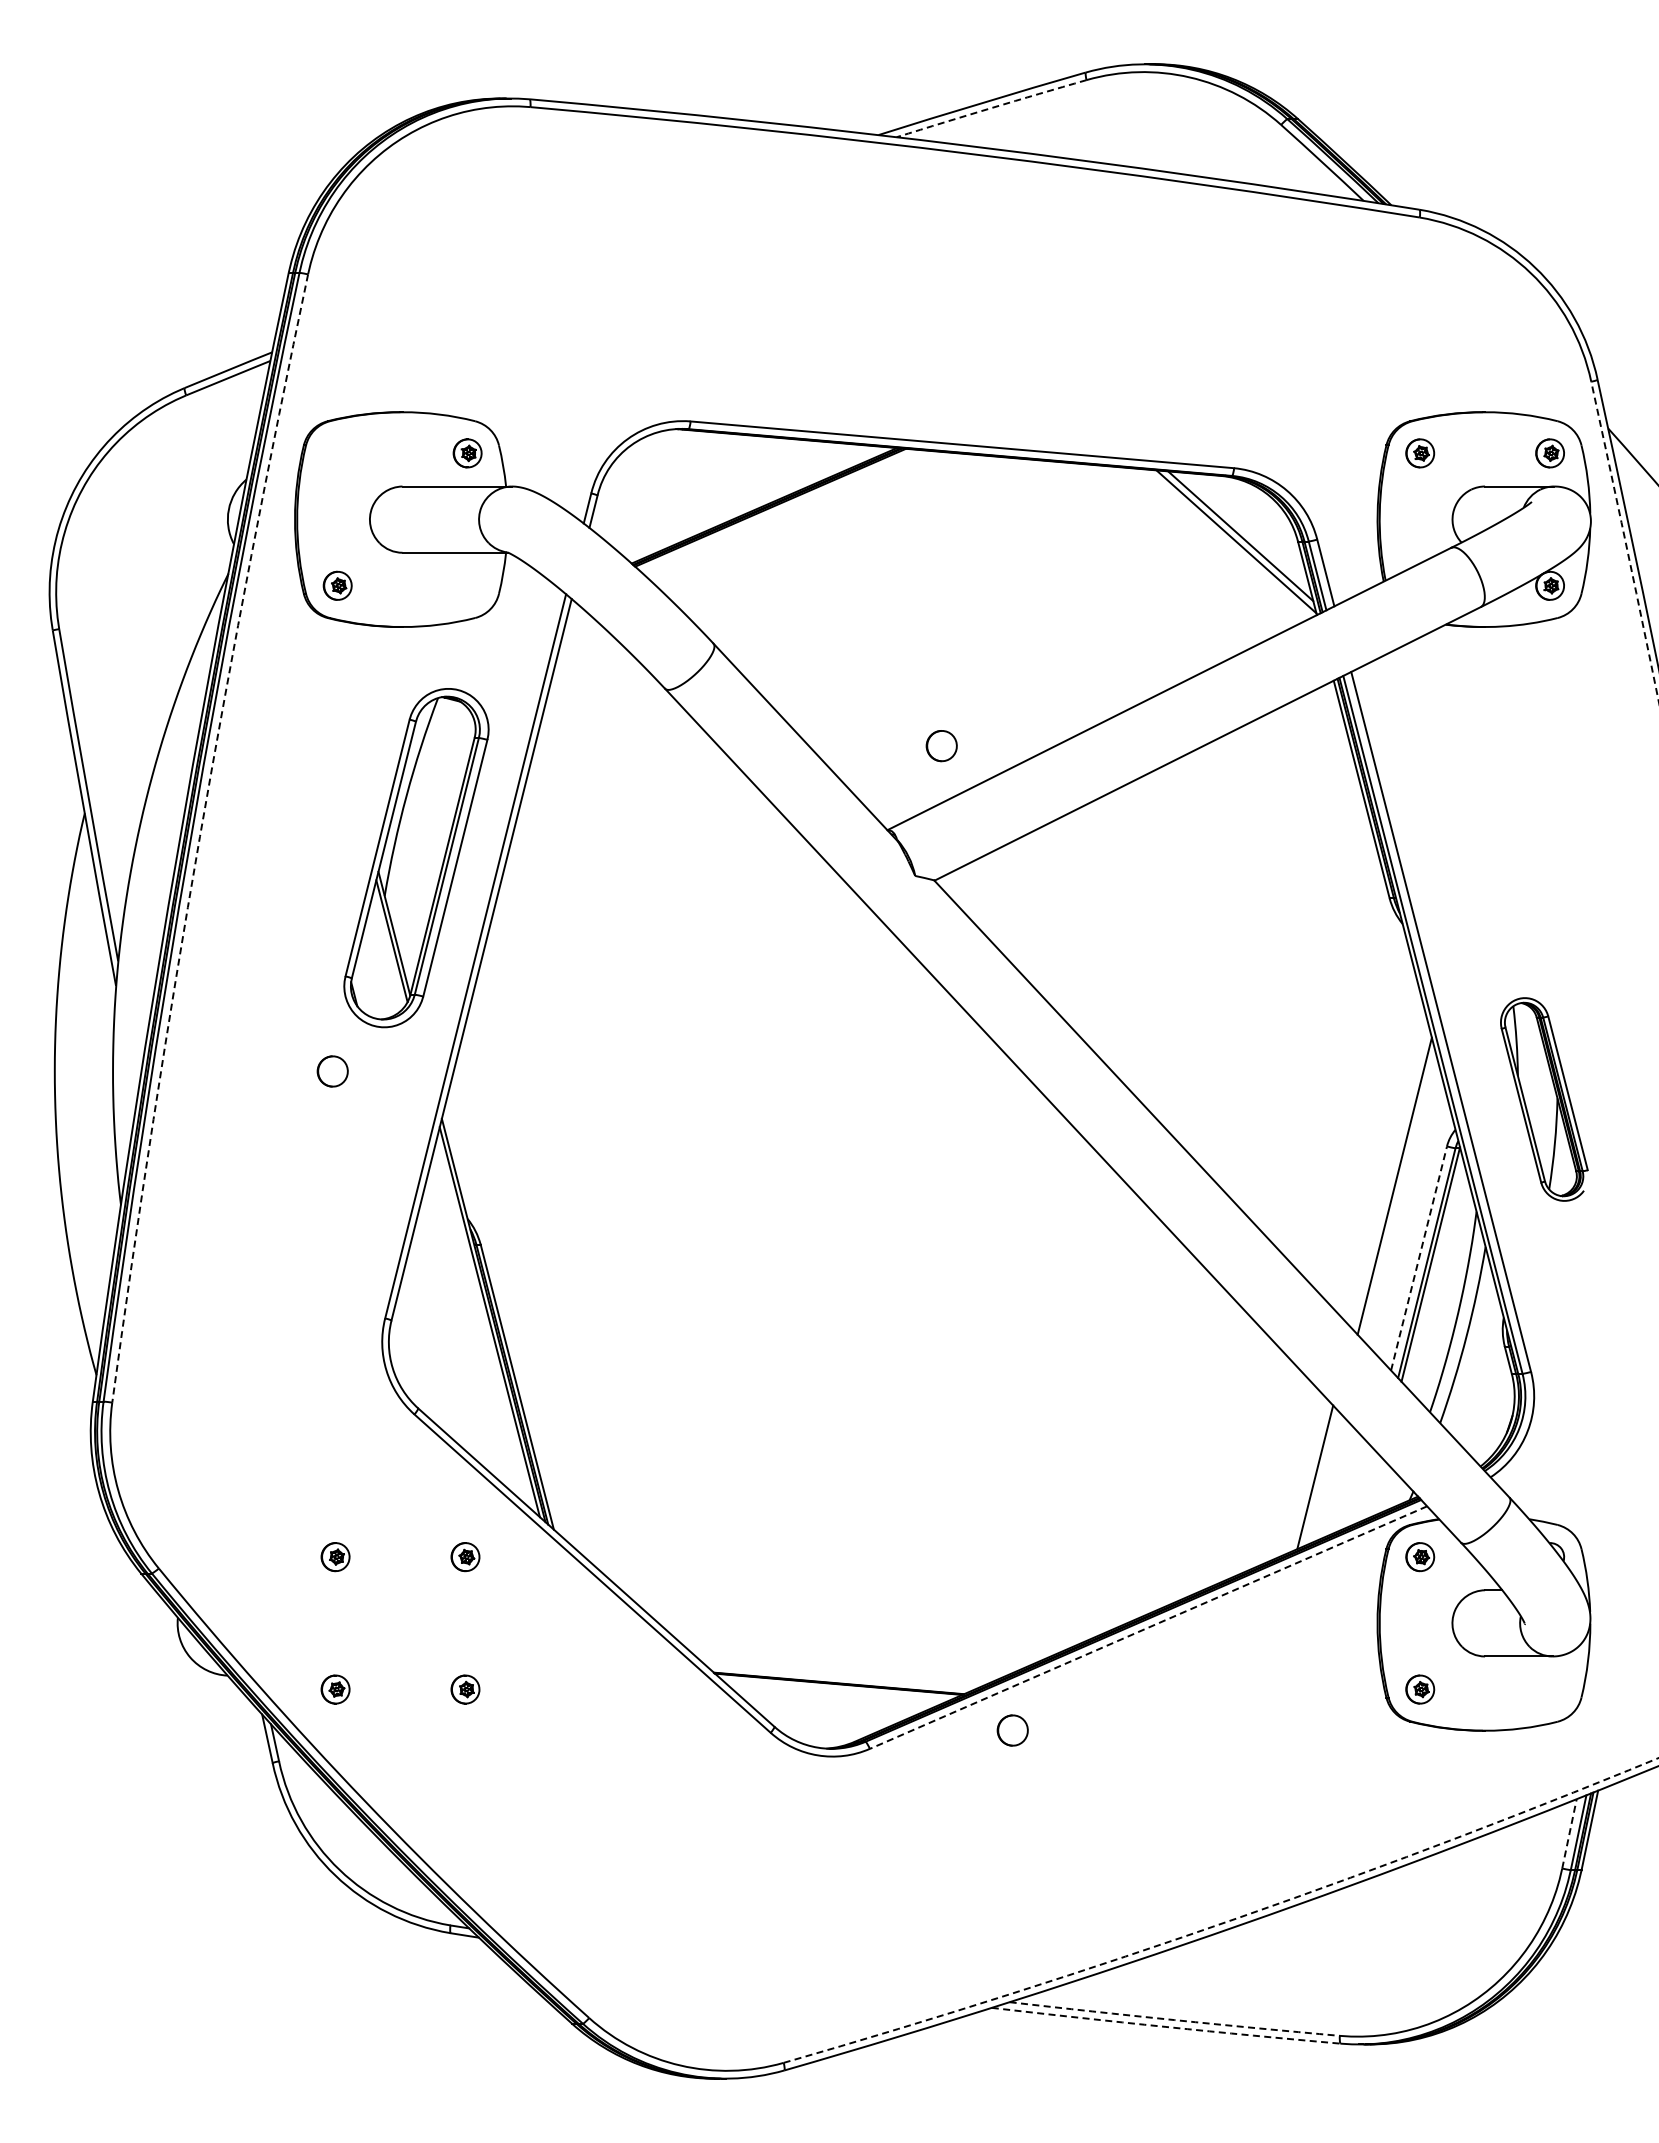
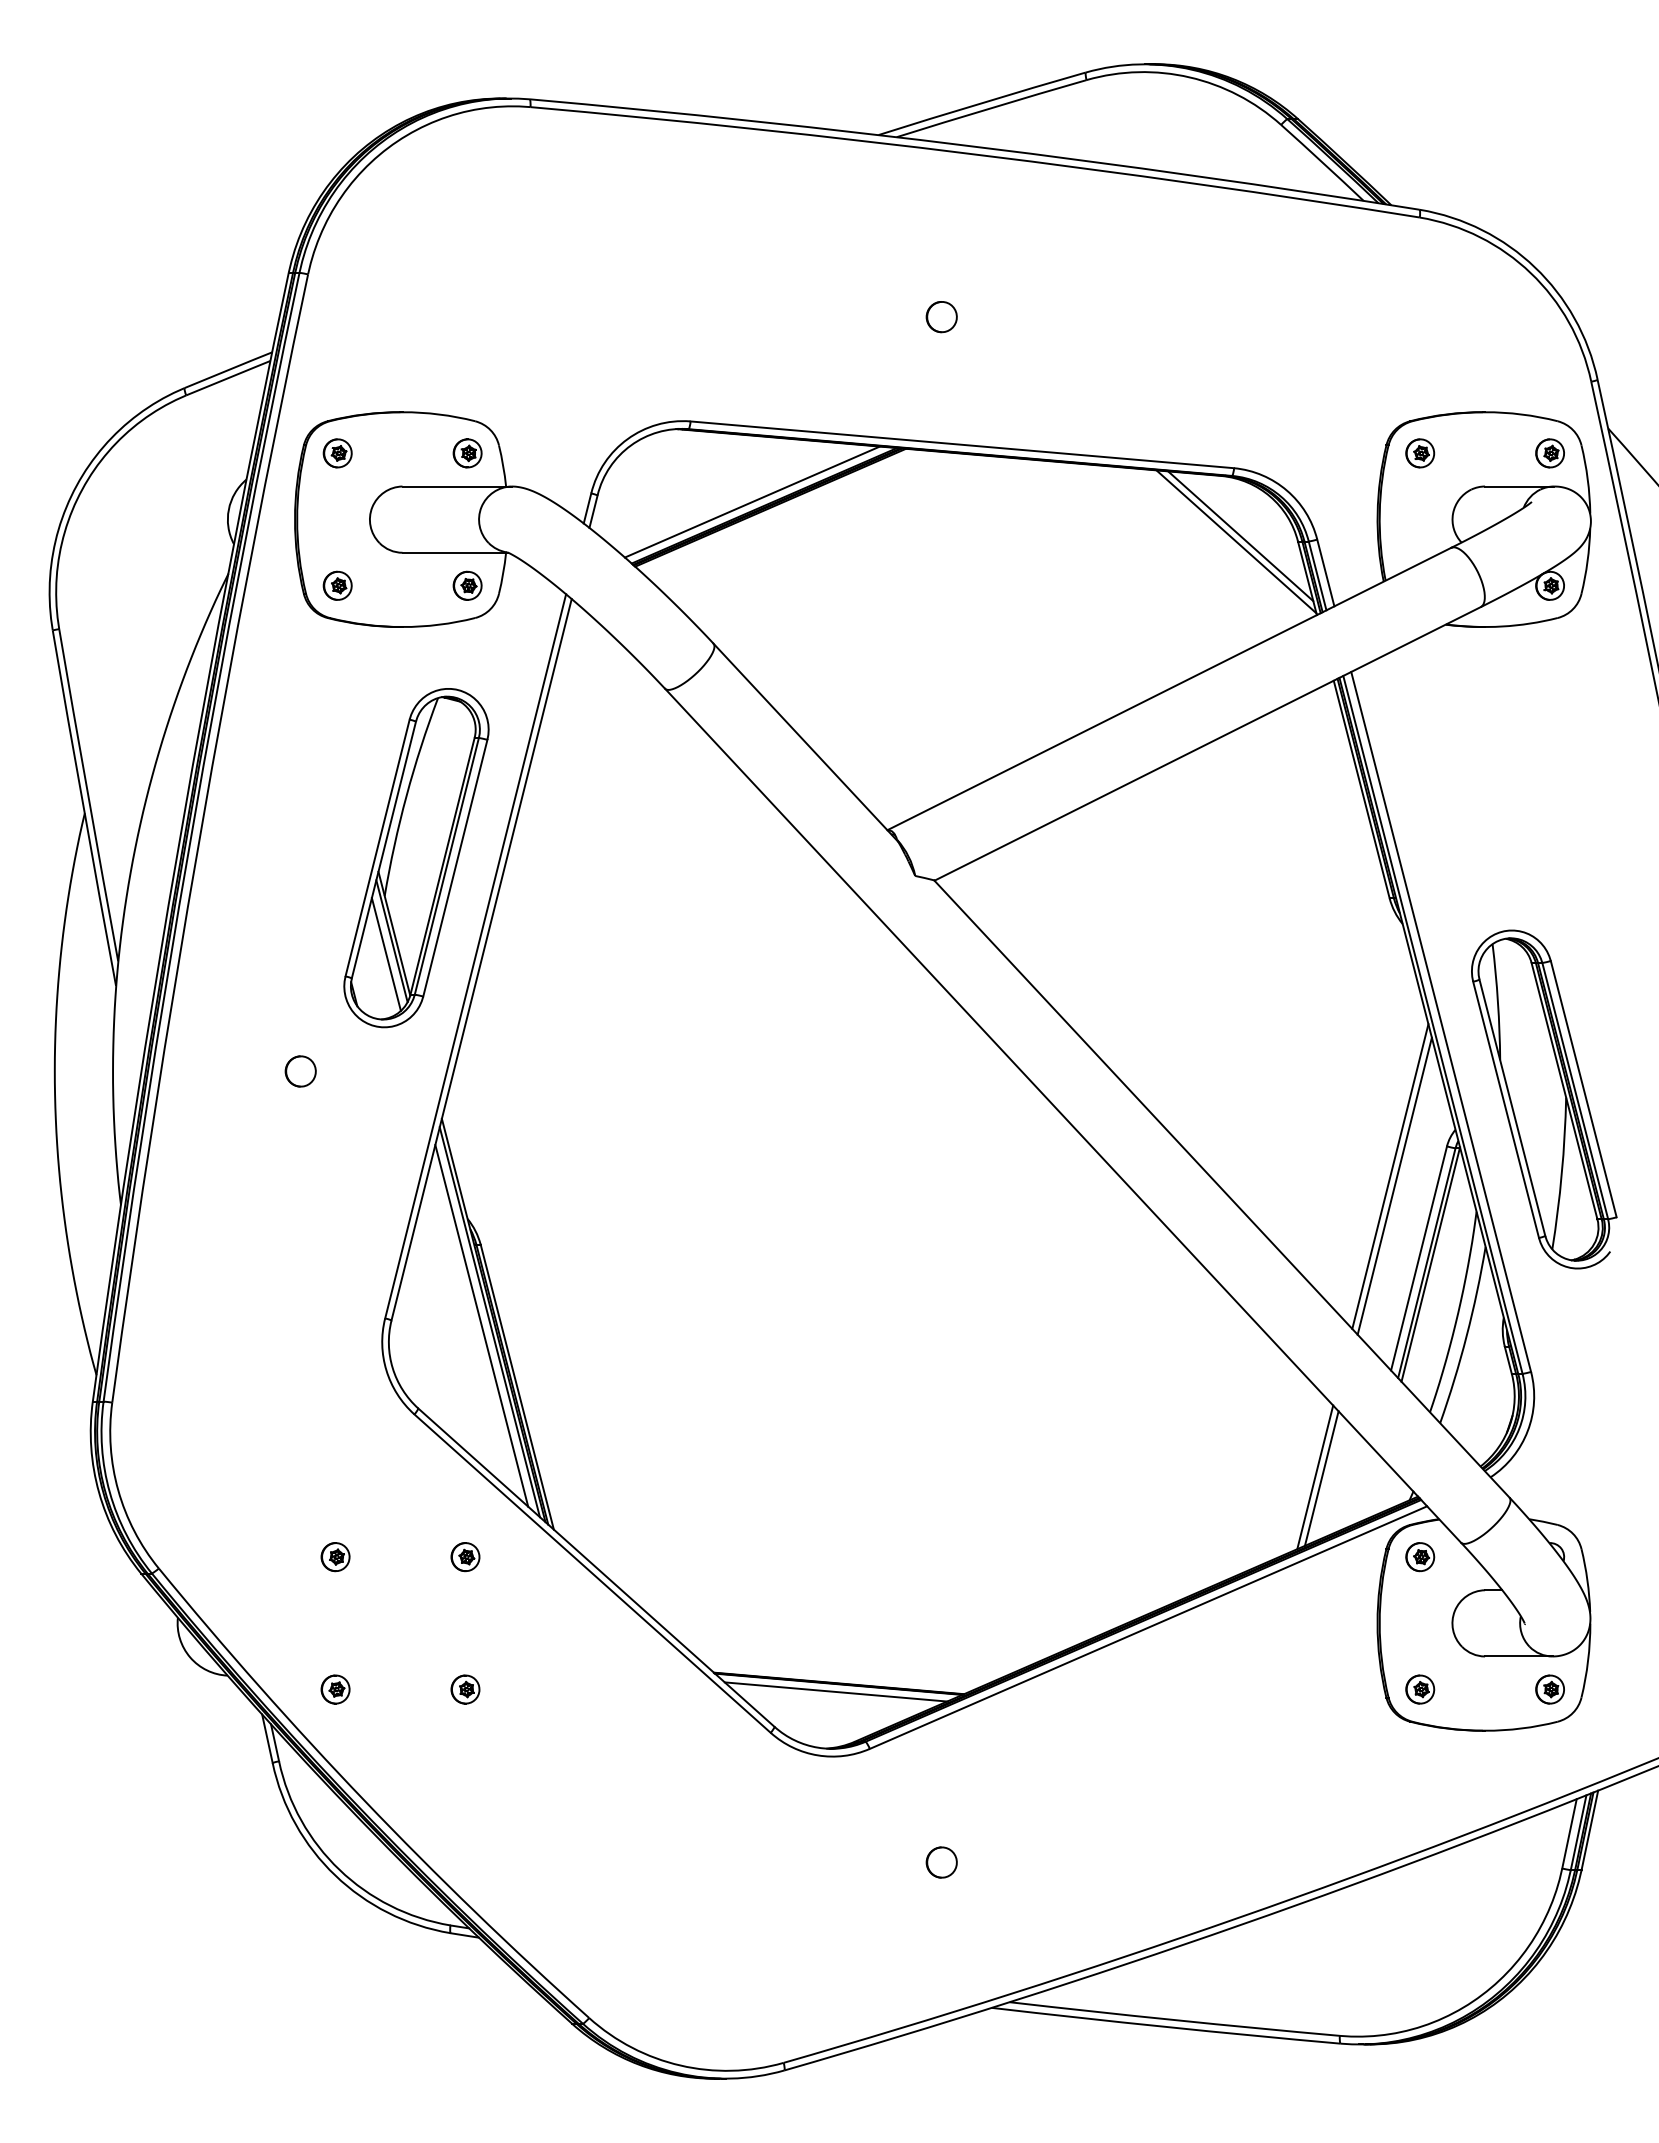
arc at (991, 108): dashed -> solid
part at (337, 453): none -> present
line at (751, 501): none -> present
arc at (1625, 542): dashed -> solid
part at (467, 585): none -> present
part at (941, 746) position: (941, 746) -> (941, 317)
arc at (199, 836): dashed -> solid
line at (385, 954): none -> present
part at (332, 1071) position: (332, 1071) -> (300, 1071)
part at (1544, 1099) size: 89x205 px -> 147x341 px
line at (1390, 1176): none -> present
line at (1419, 1258): dashed -> solid
line at (481, 1325): none -> present
line at (1321, 1478): none -> present
line at (1148, 1627): dashed -> solid
part at (1549, 1689): none -> present
line at (835, 1691): none -> present
part at (1012, 1730) position: (1012, 1730) -> (941, 1862)
line at (1569, 1833): dashed -> solid
arc at (1226, 1922): dashed -> solid
arc at (1174, 2020): dashed -> solid
arc at (1165, 2026): dashed -> solid
